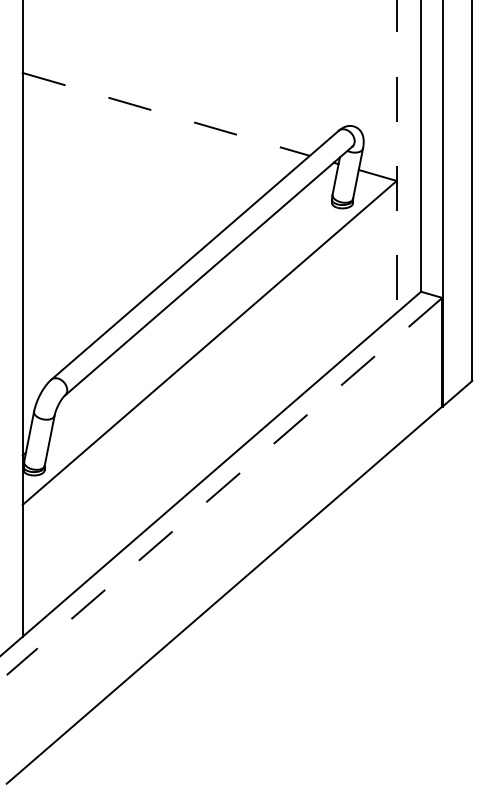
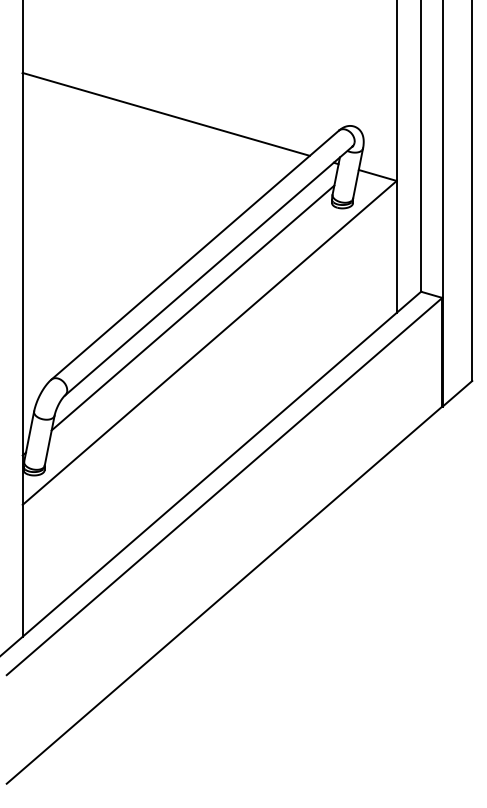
line at (166, 114): dashed -> solid
line at (396, 156): dashed -> solid
line at (192, 307): none -> present
line at (224, 486): dashed -> solid
